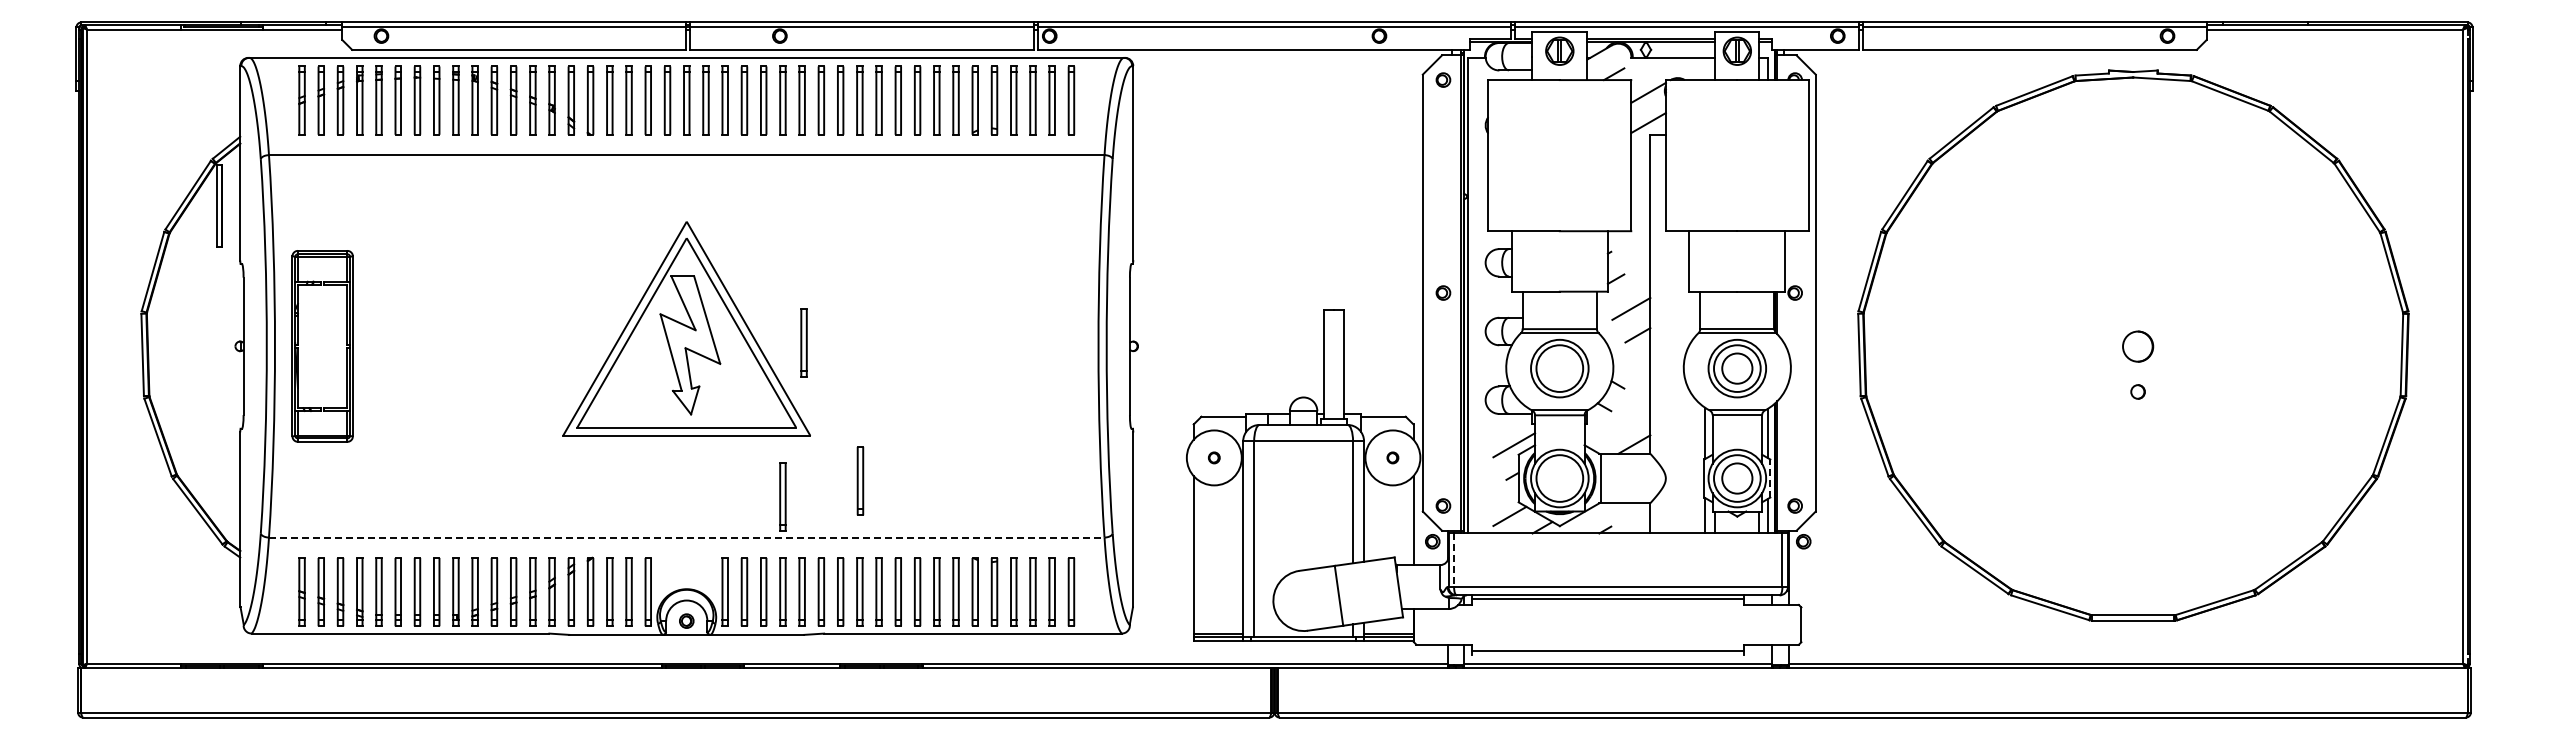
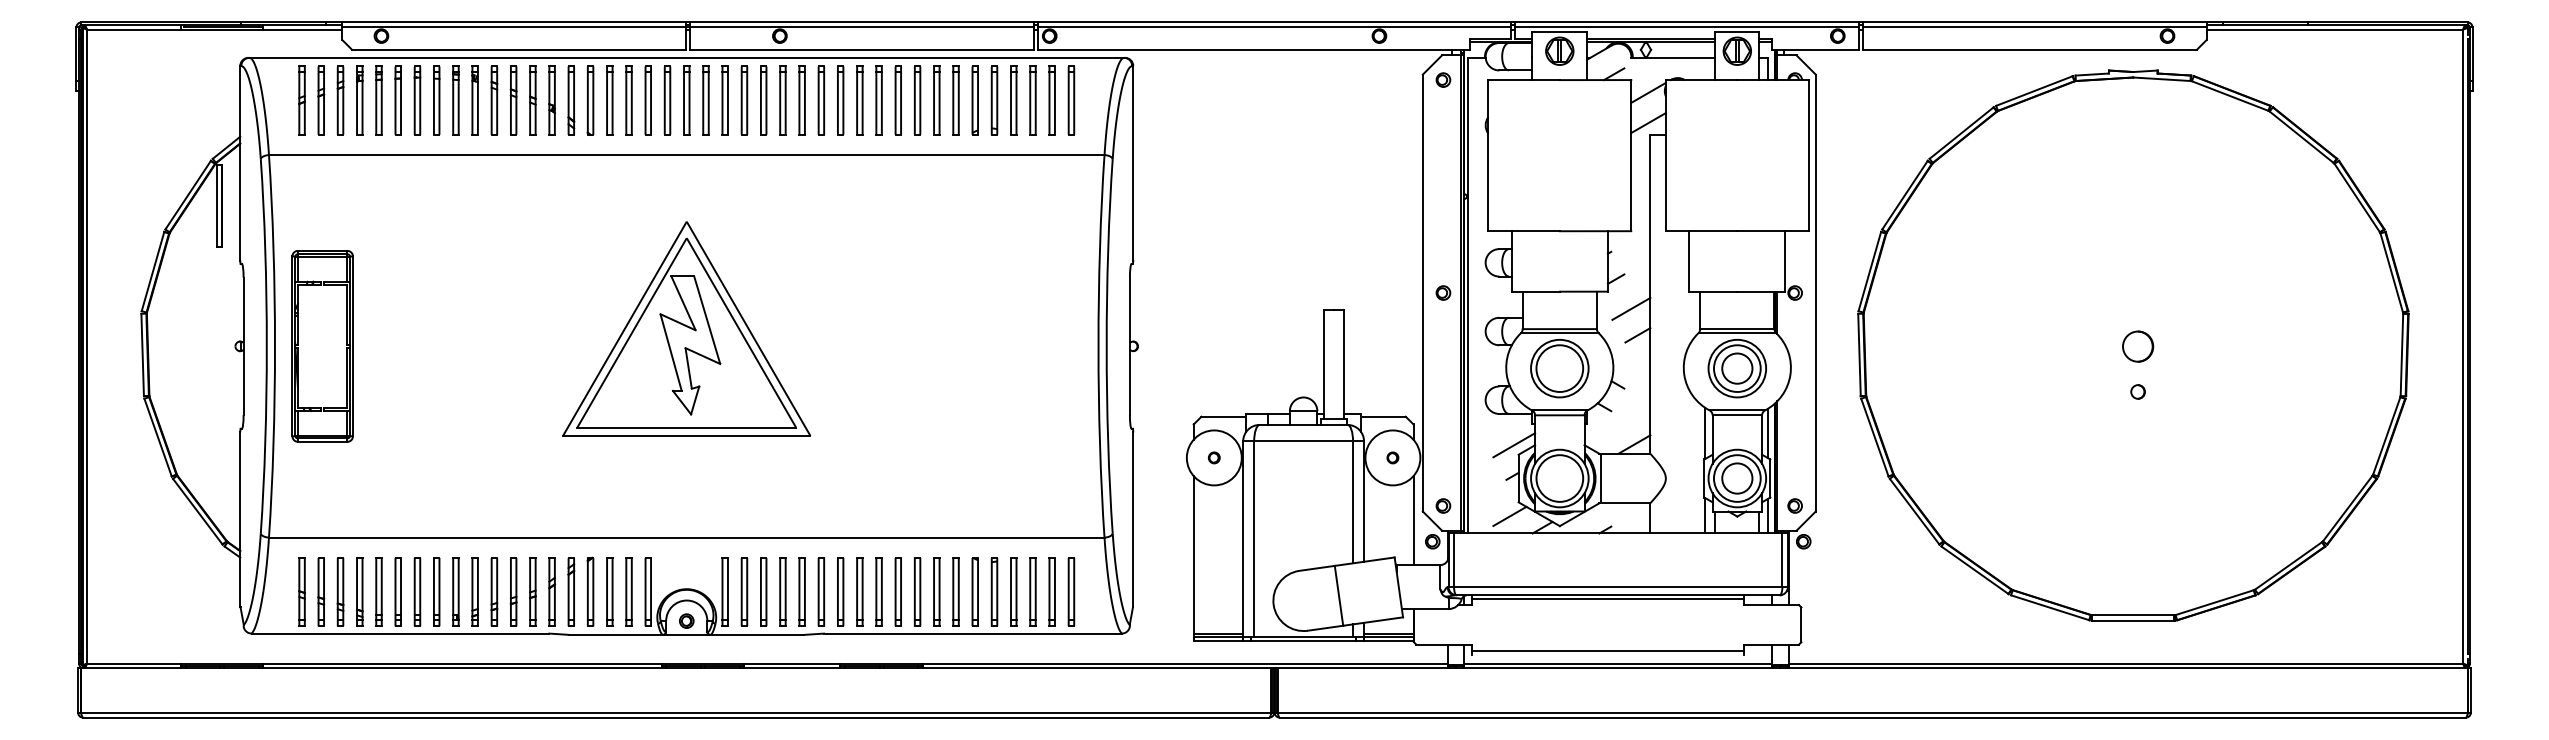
part at (803, 342): present -> none
line at (1770, 478): dashed -> solid
part at (860, 480): present -> none
part at (782, 496): present -> none
line at (686, 537): dashed -> solid
line at (1454, 560): dashed -> solid
